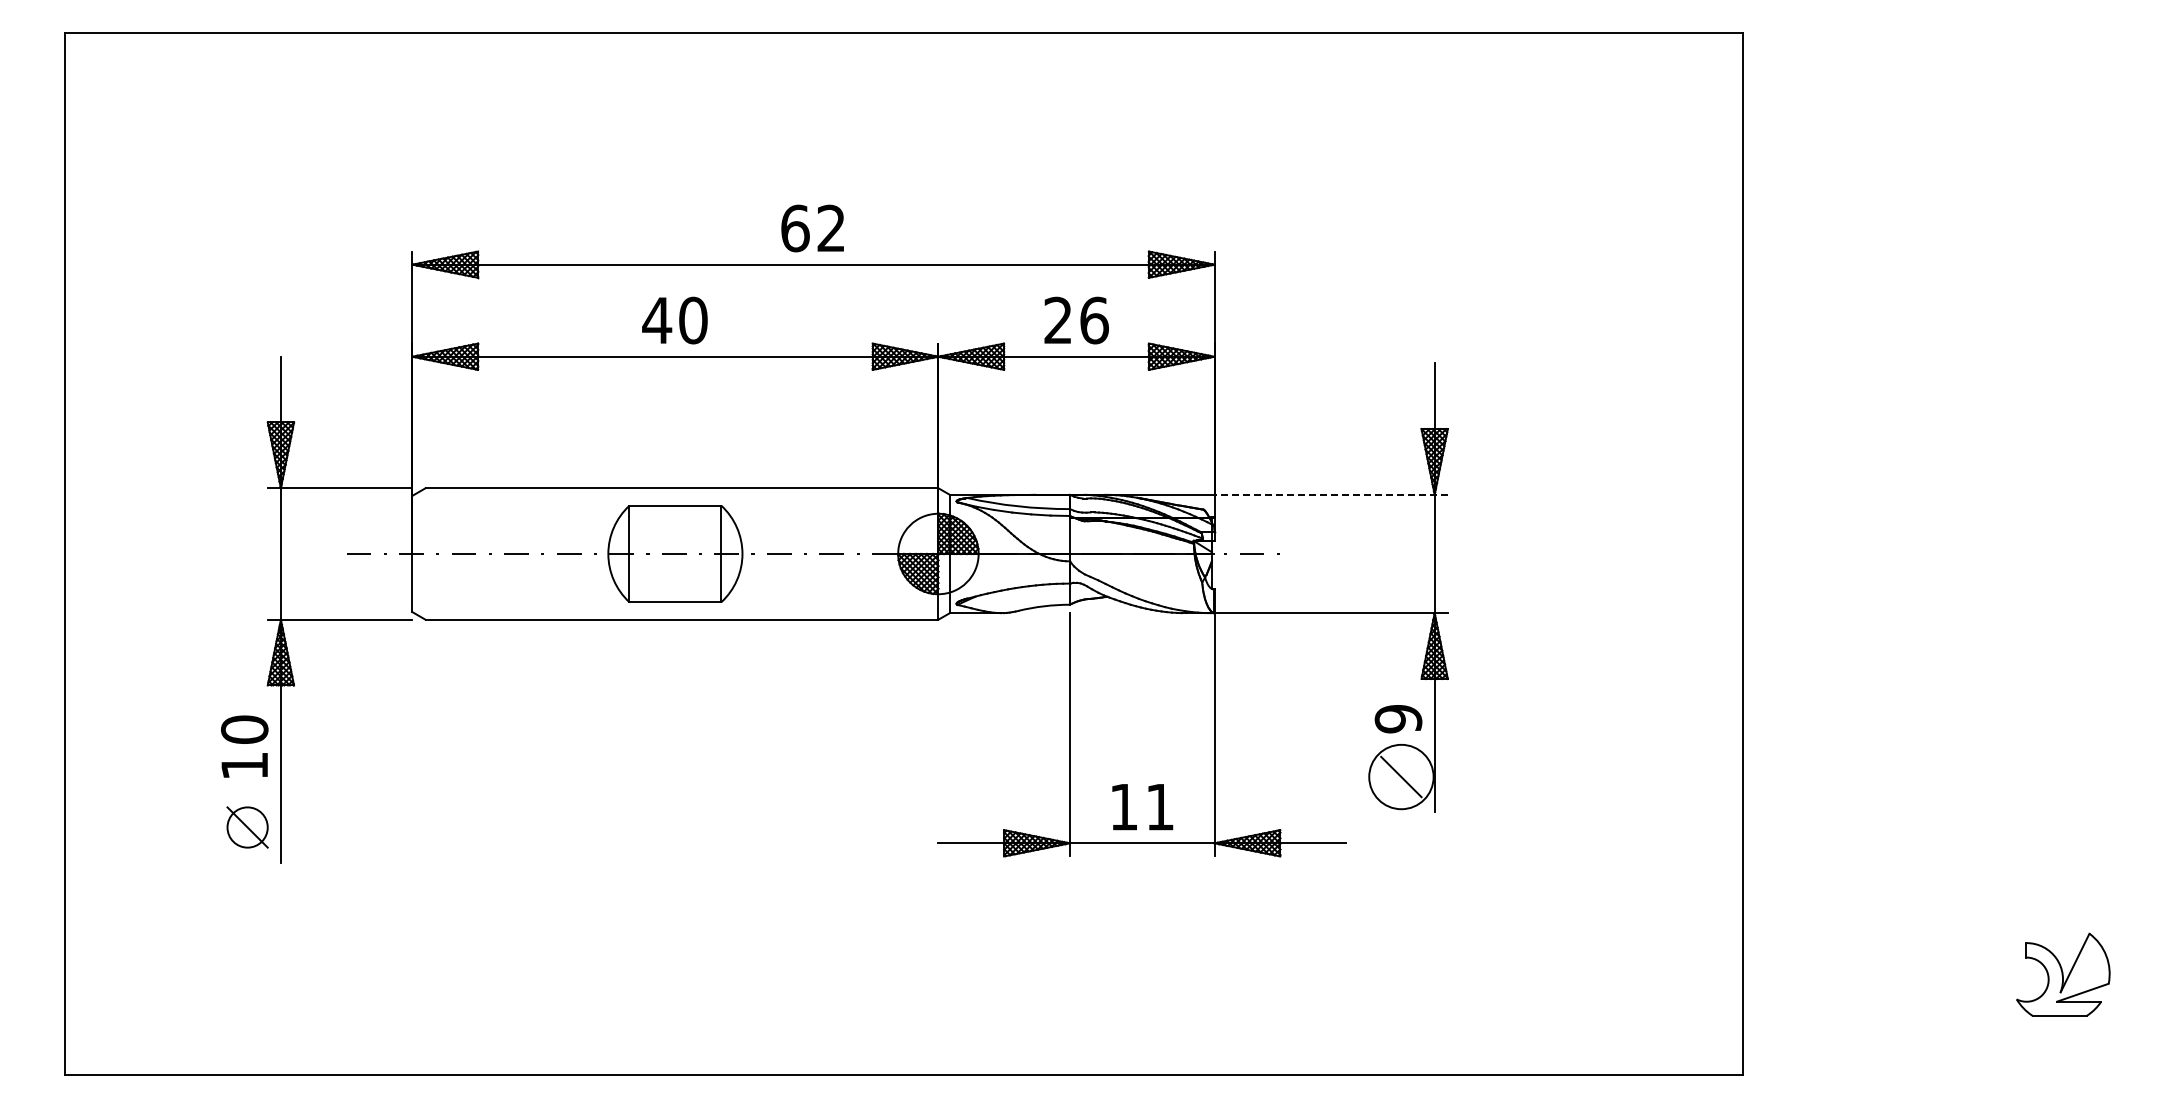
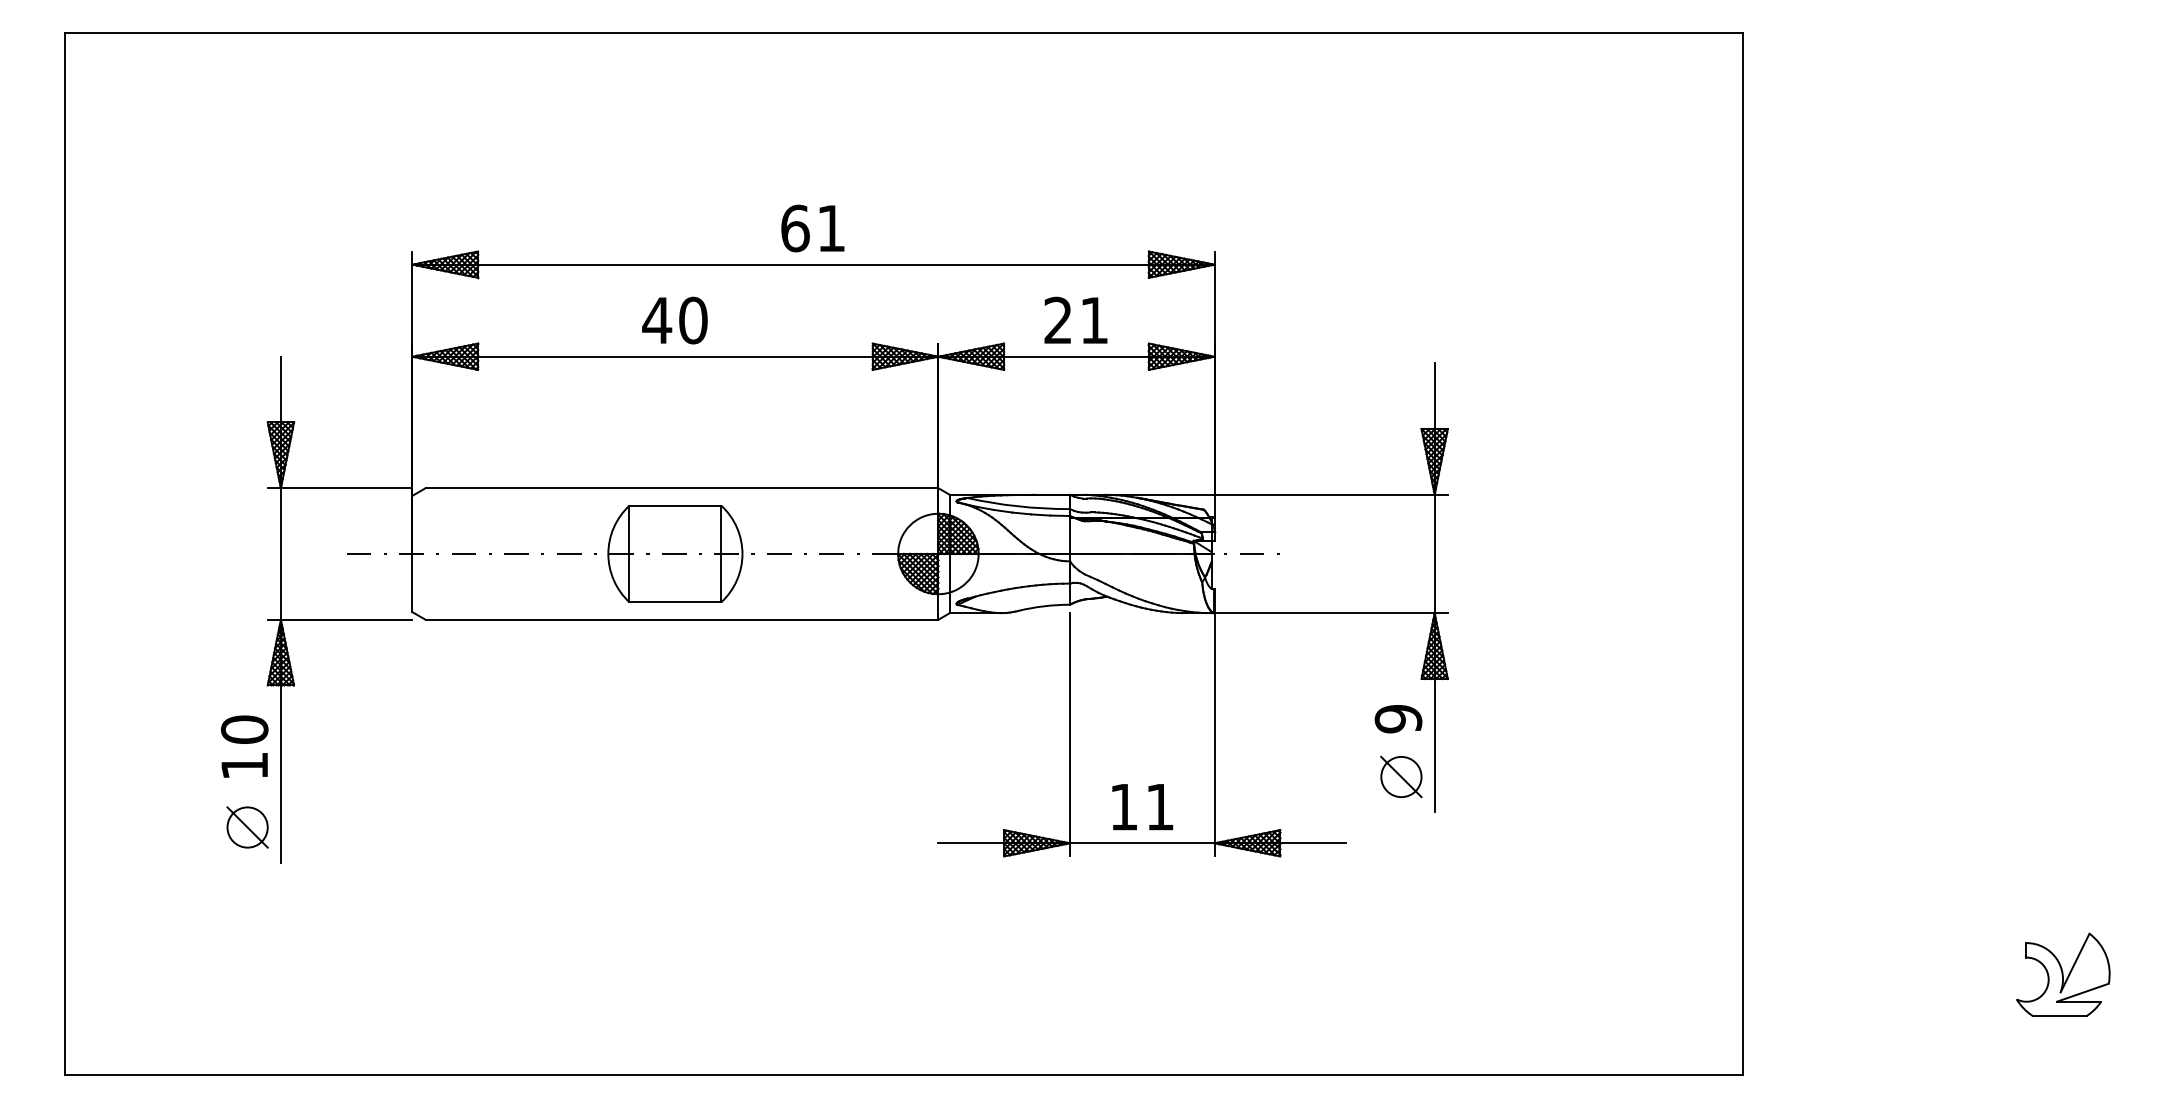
text at (830, 227): 62 -> 61
text at (1094, 320): 26 -> 21
line at (1331, 494): dashed -> solid
circle at (1401, 776) diameter: 64 px -> 40 px
